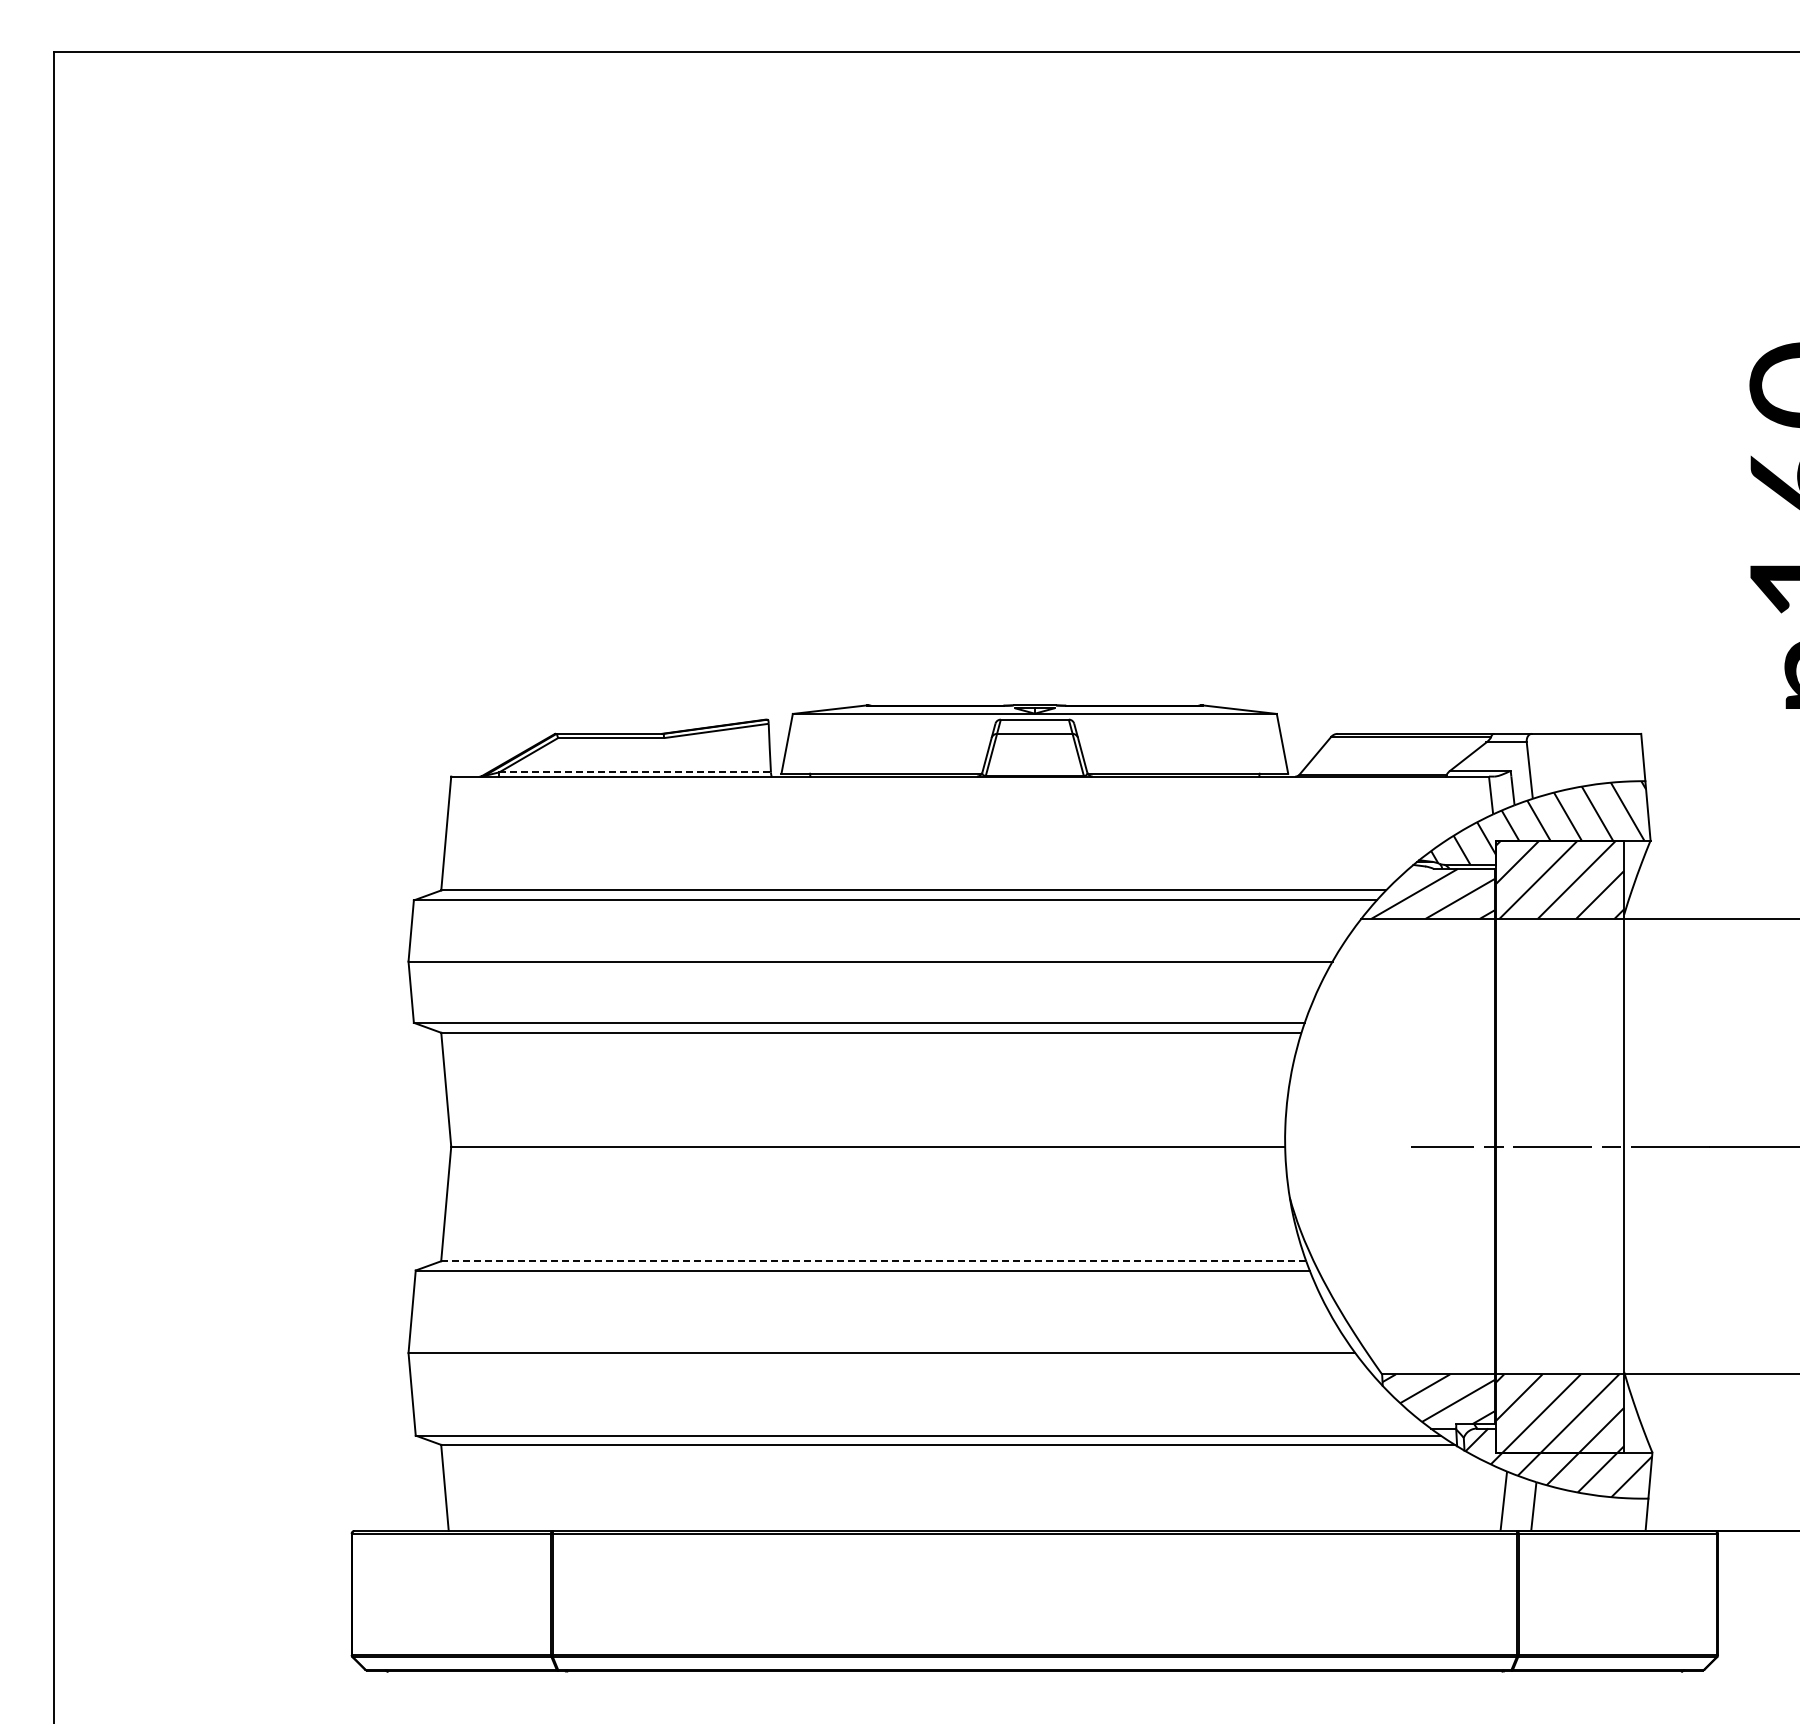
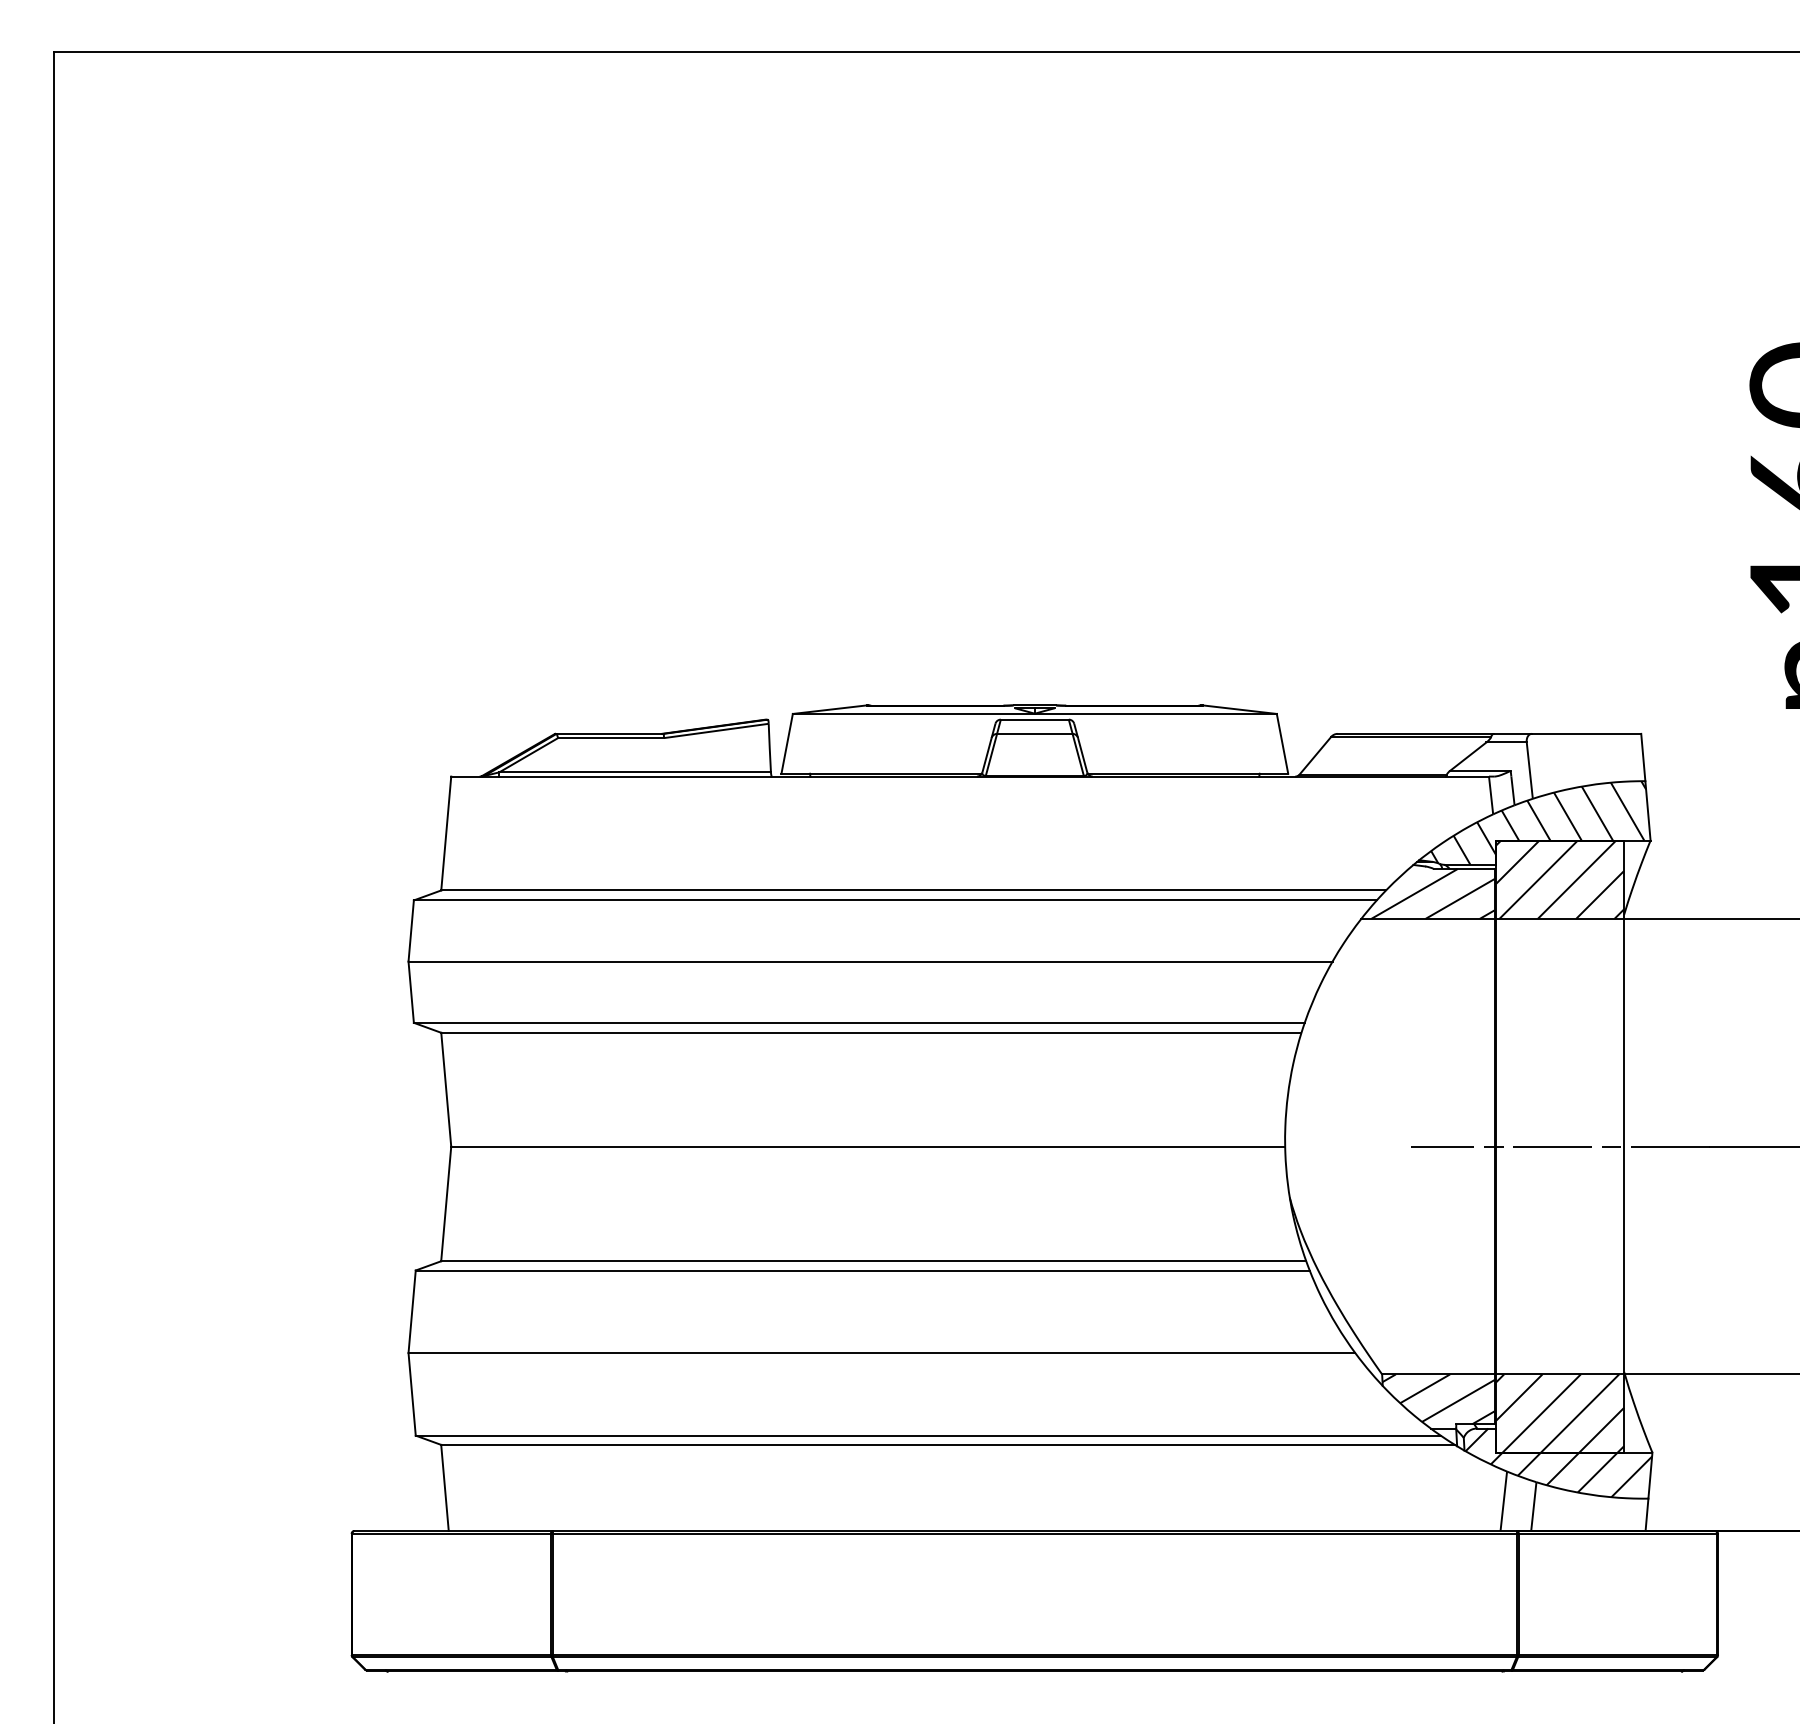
line at (635, 772): dashed -> solid
line at (873, 1261): dashed -> solid
